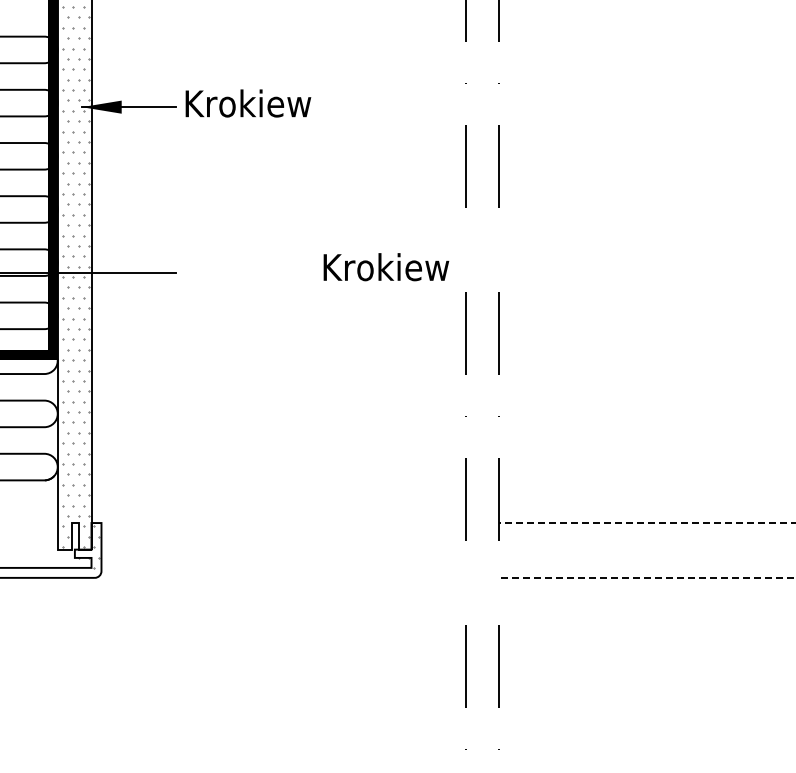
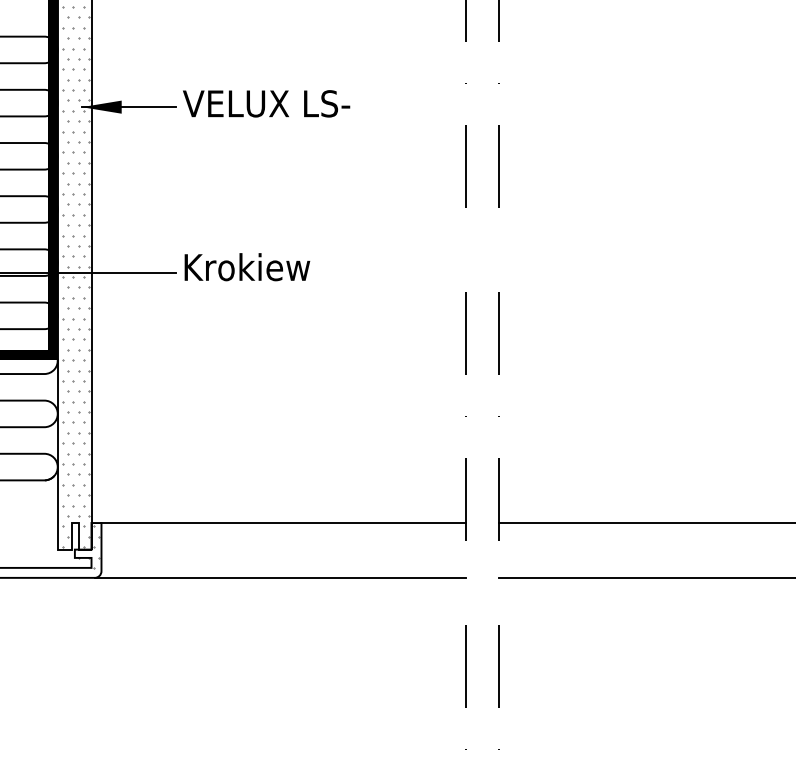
text at (266, 103): Krokiew -> VELUX LS-
text at (386, 267) position: (386, 267) -> (247, 267)
line at (283, 523): none -> present
line at (647, 523): dashed -> solid
line at (280, 577): none -> present
line at (647, 577): dashed -> solid
